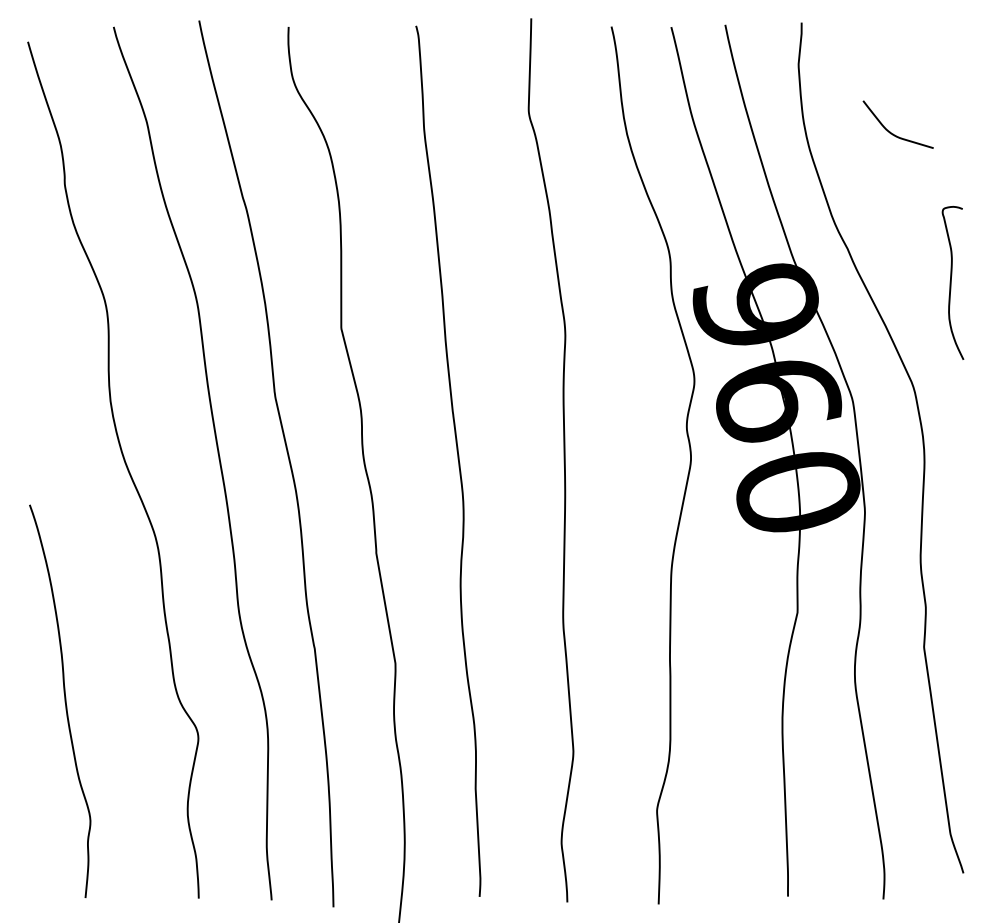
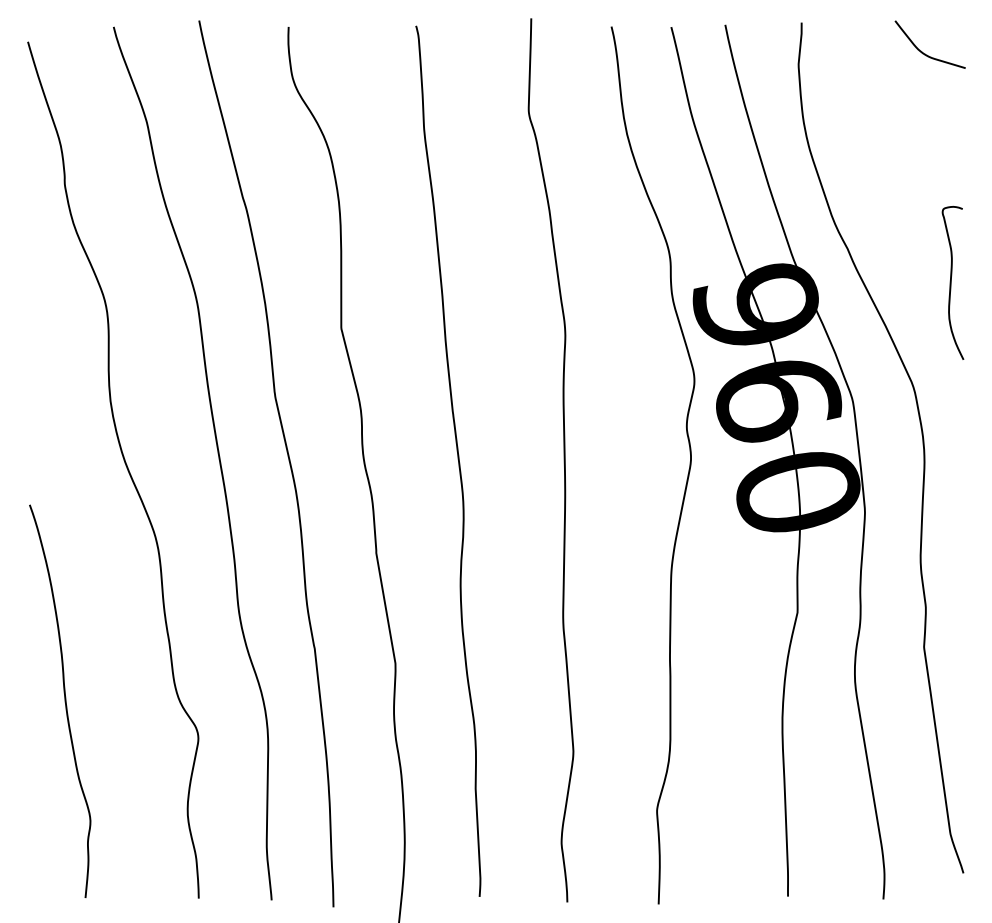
curve at (893, 133) position: (893, 133) -> (925, 53)
